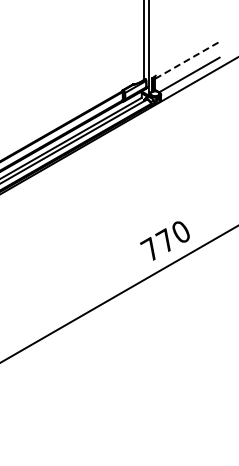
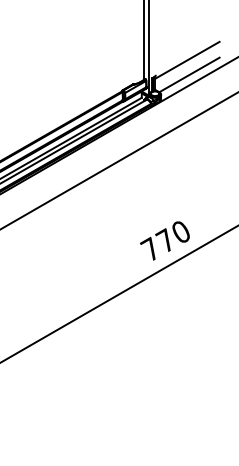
line at (187, 60): dashed -> solid
line at (118, 161): none -> present
